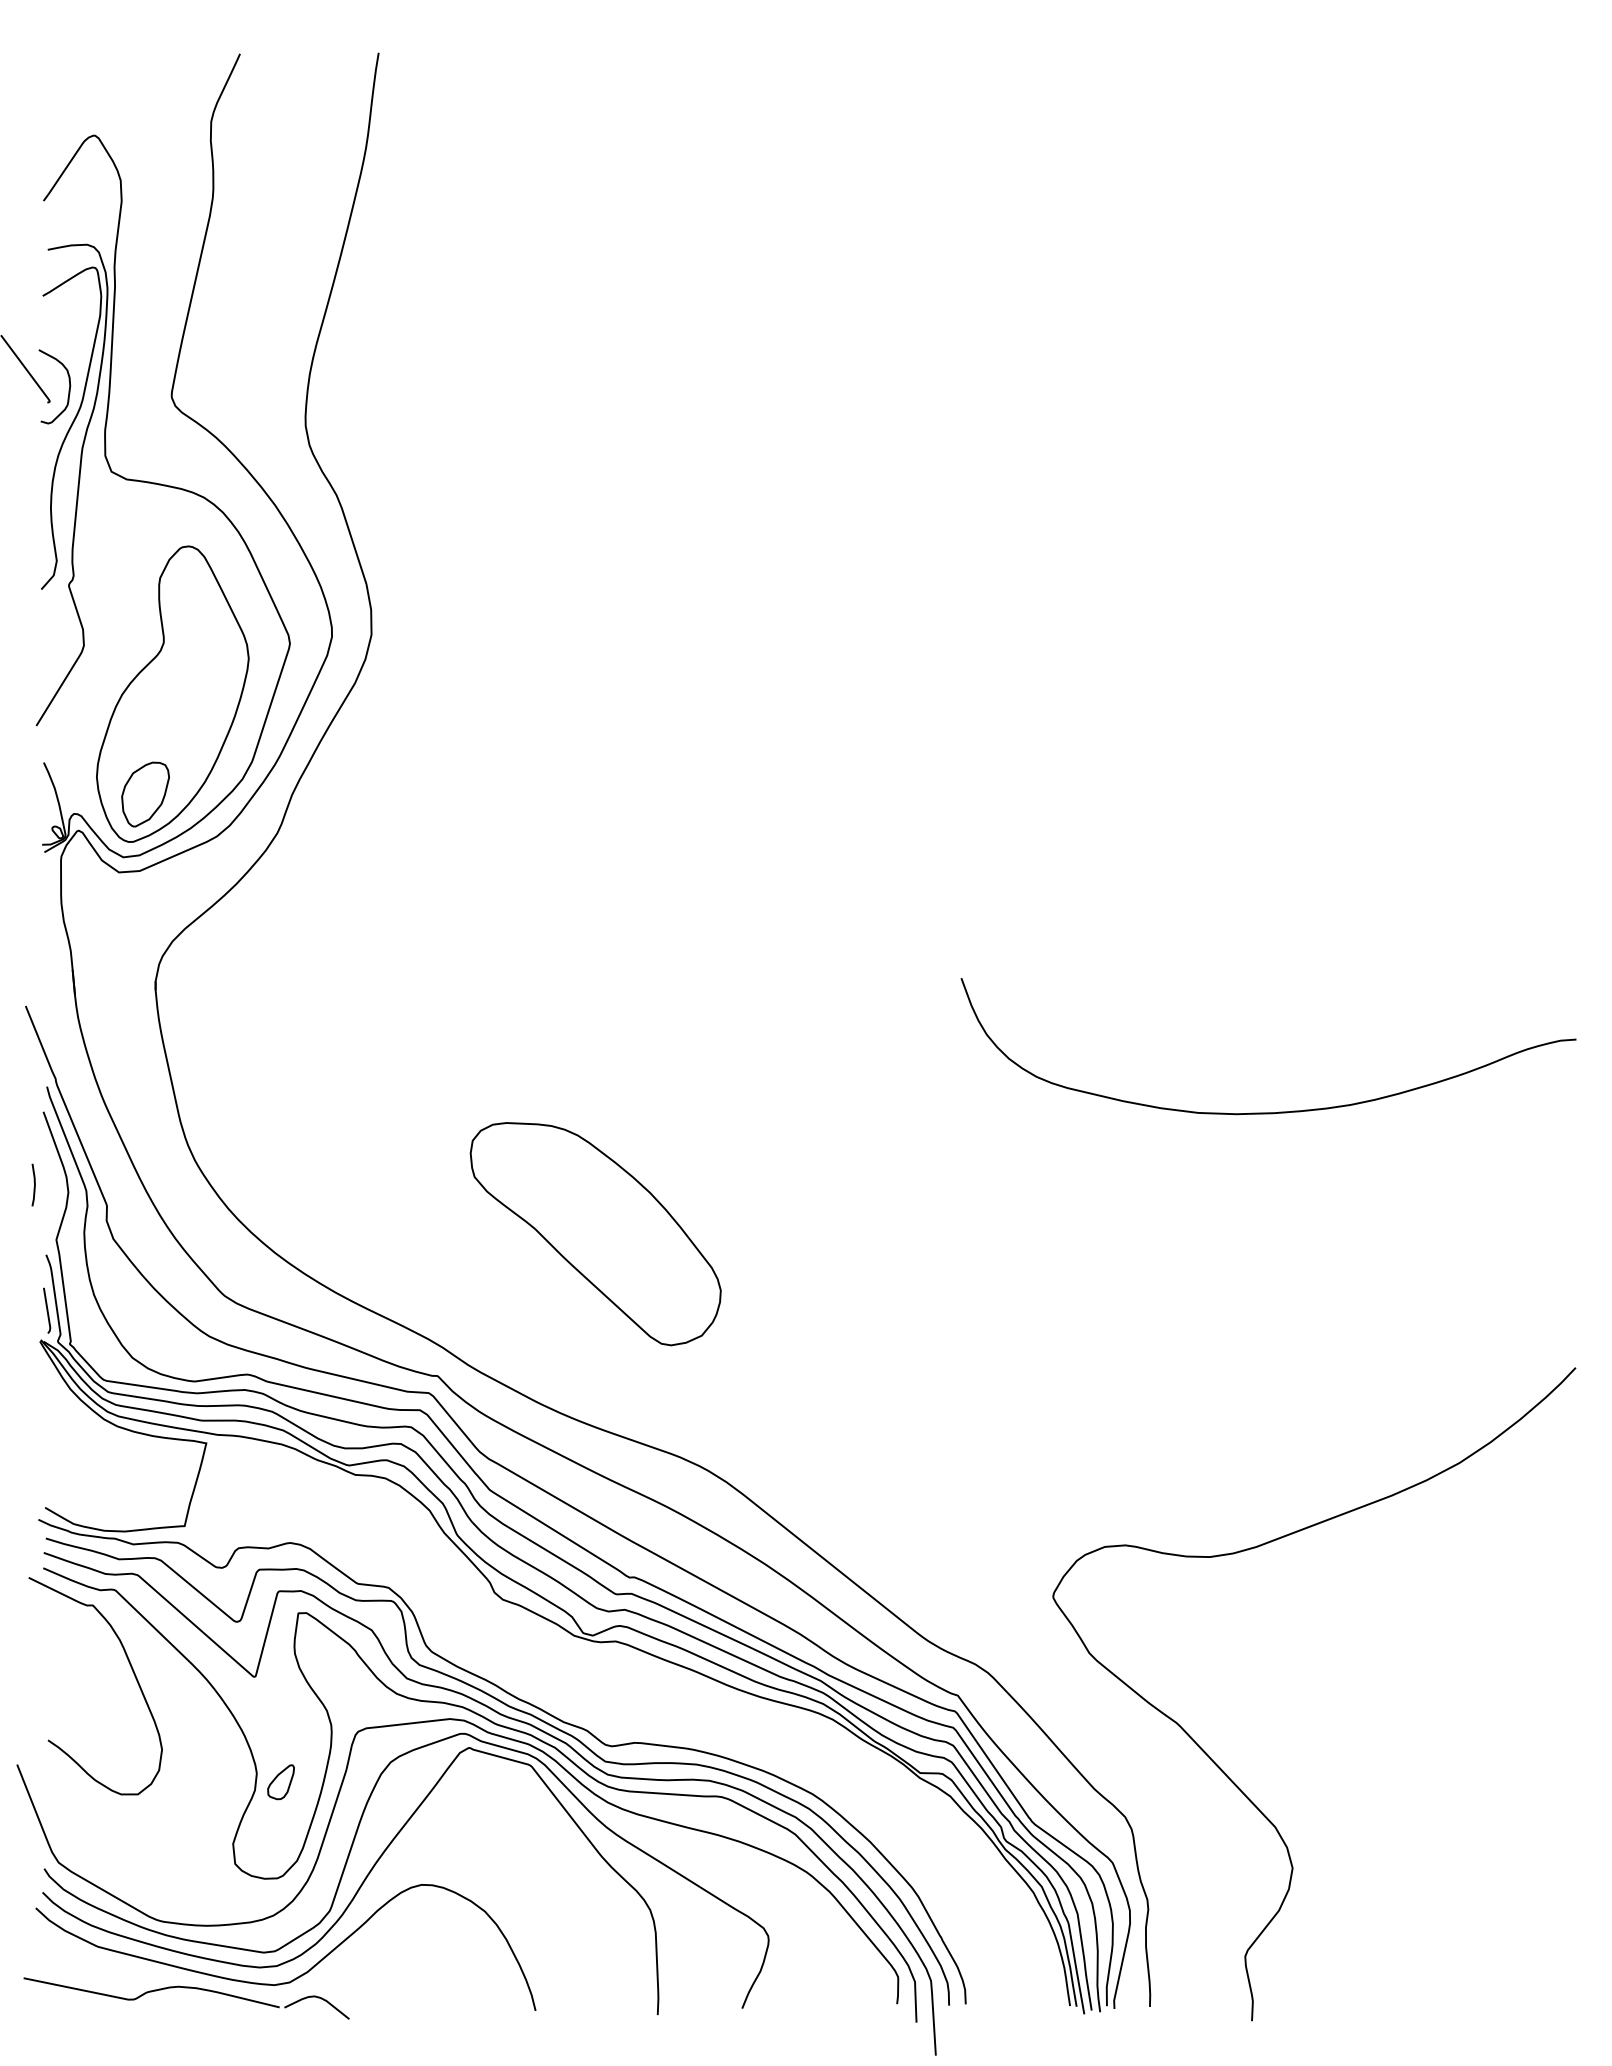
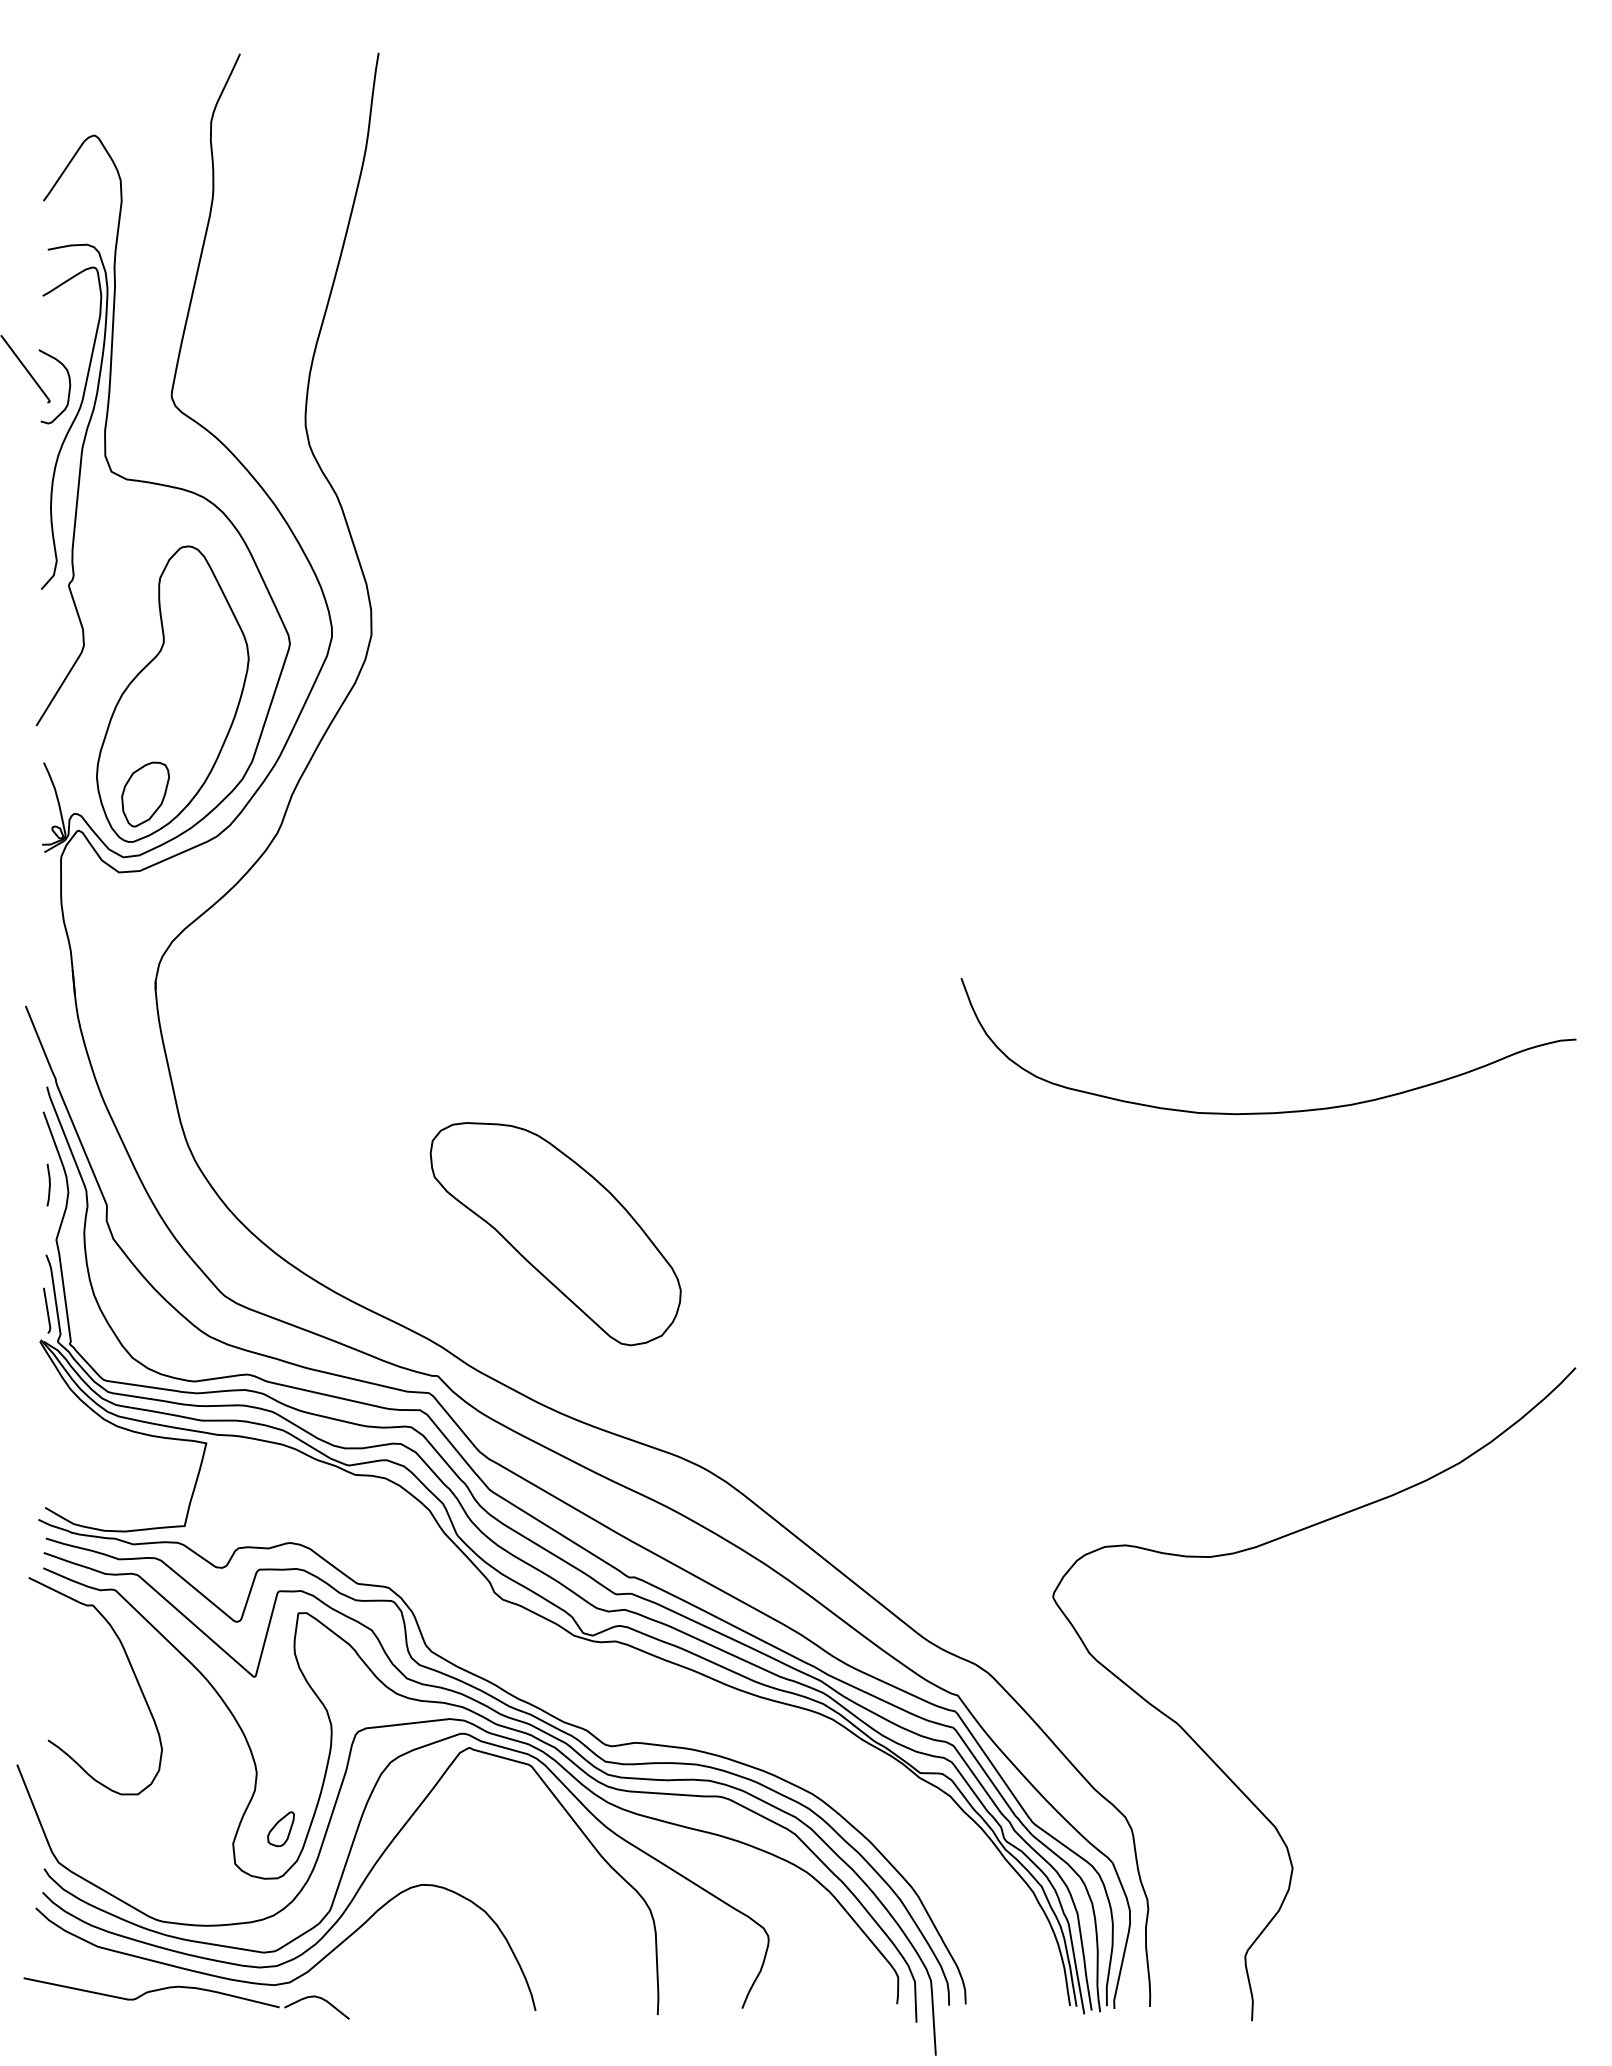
line at (34, 1184) position: (34, 1184) -> (49, 1184)
part at (595, 1234) position: (595, 1234) -> (555, 1234)
part at (280, 1782) position: (280, 1782) -> (280, 1829)
